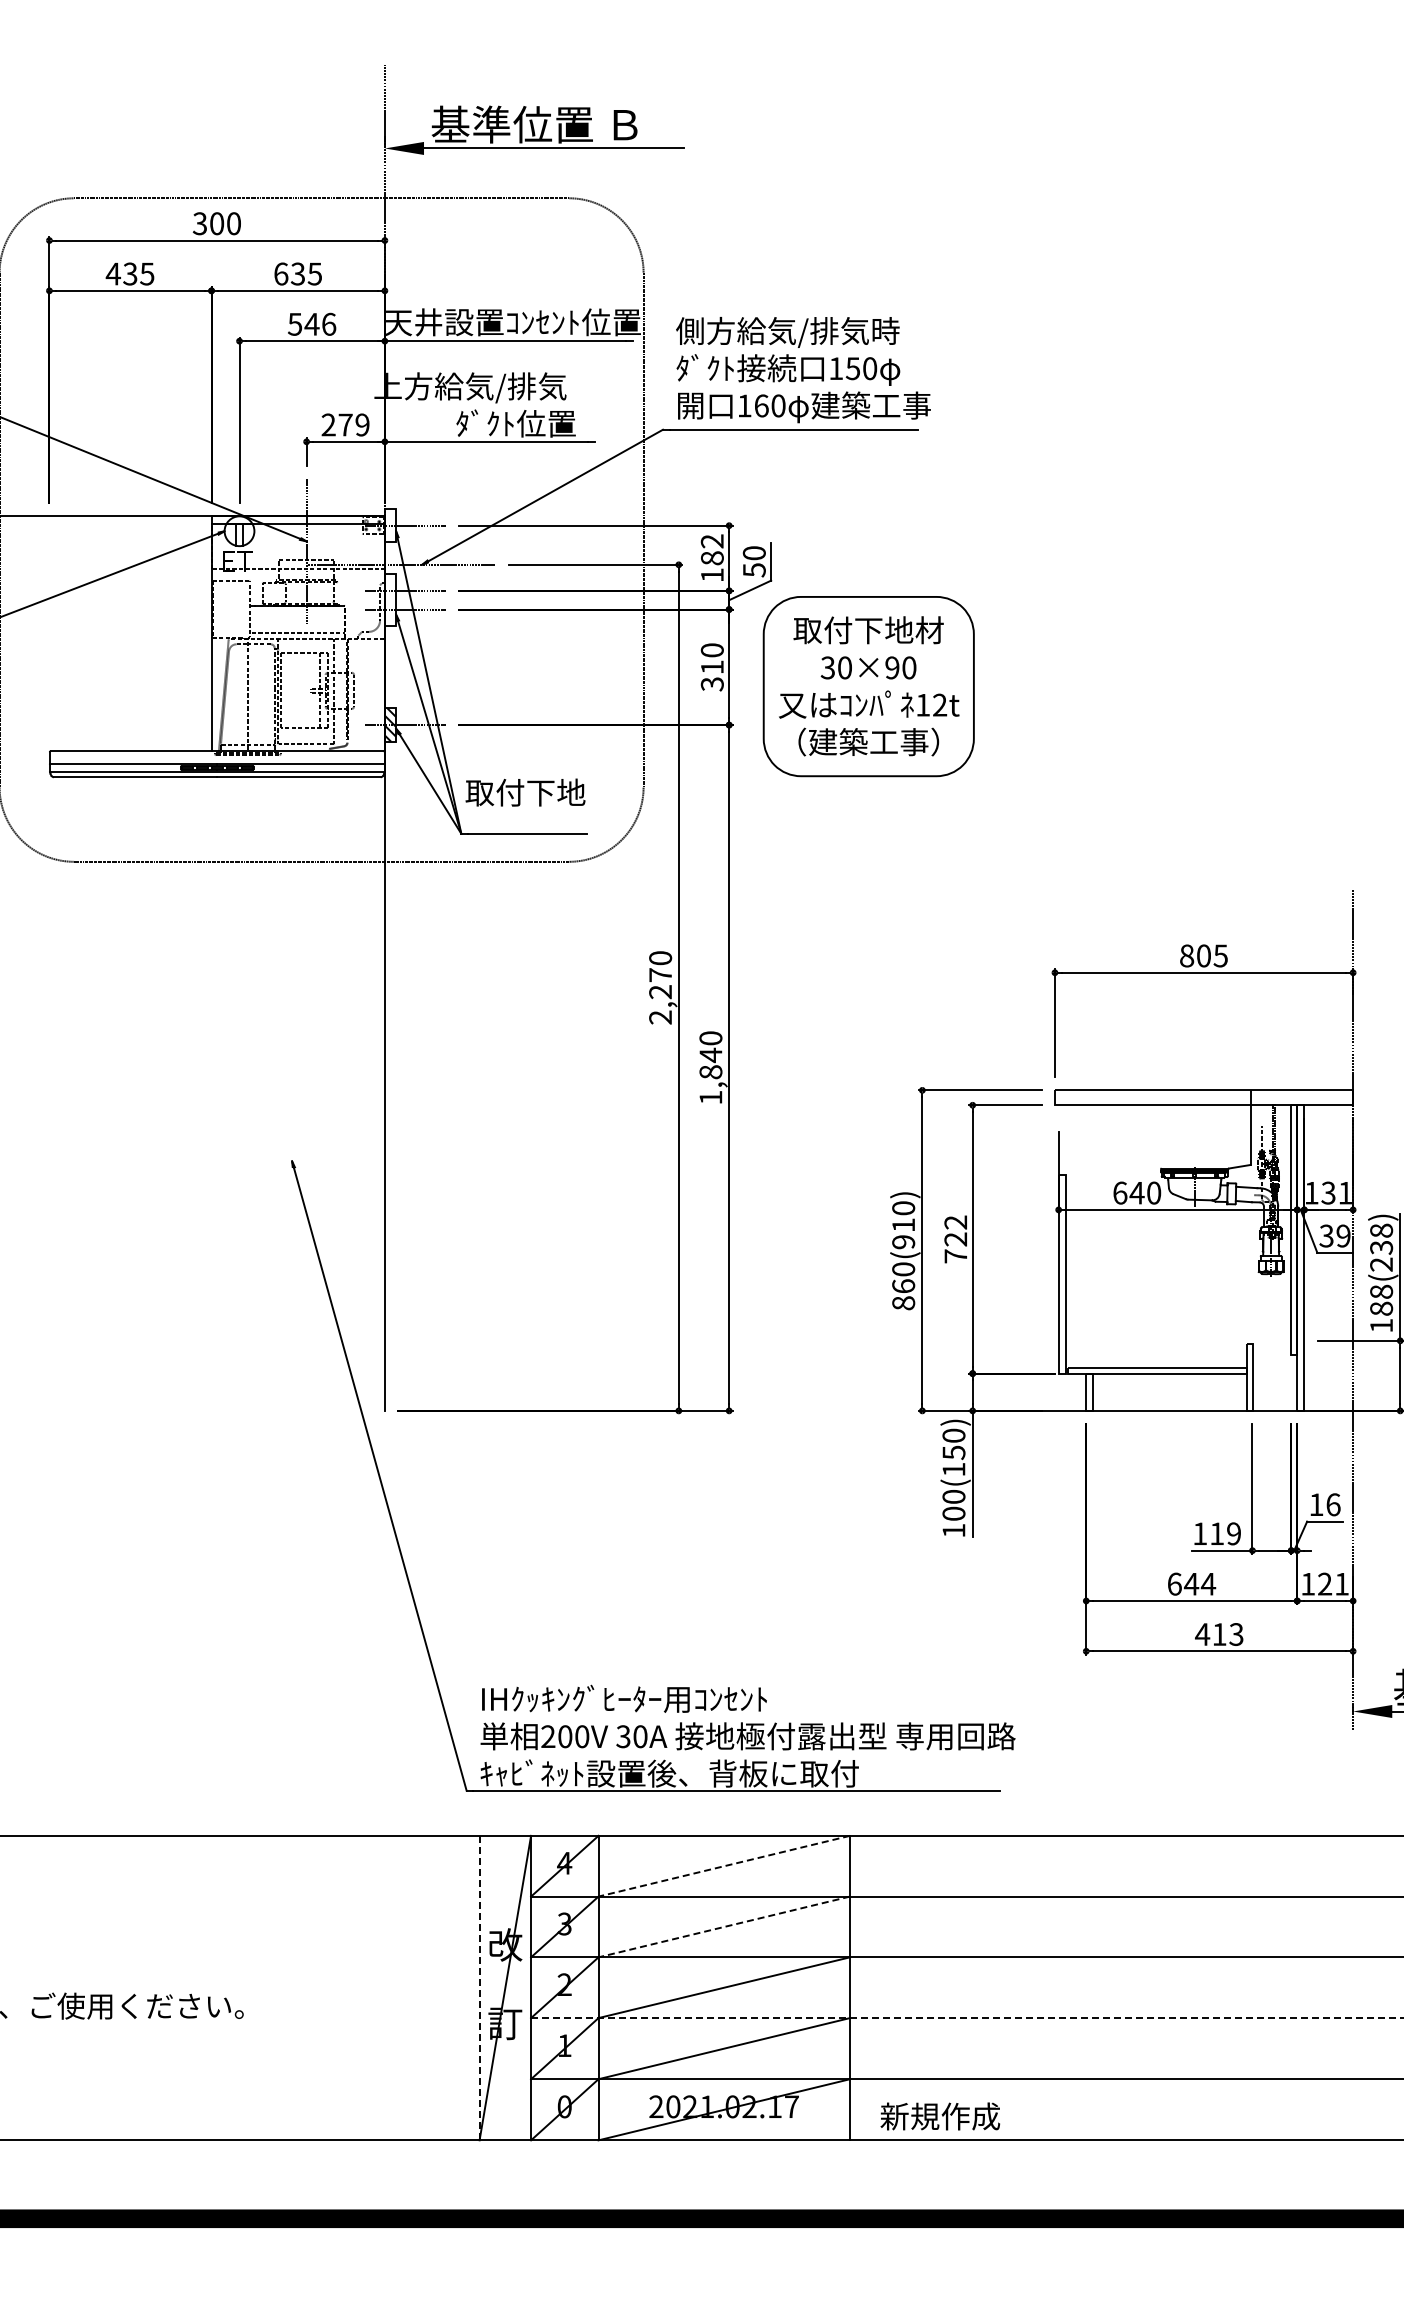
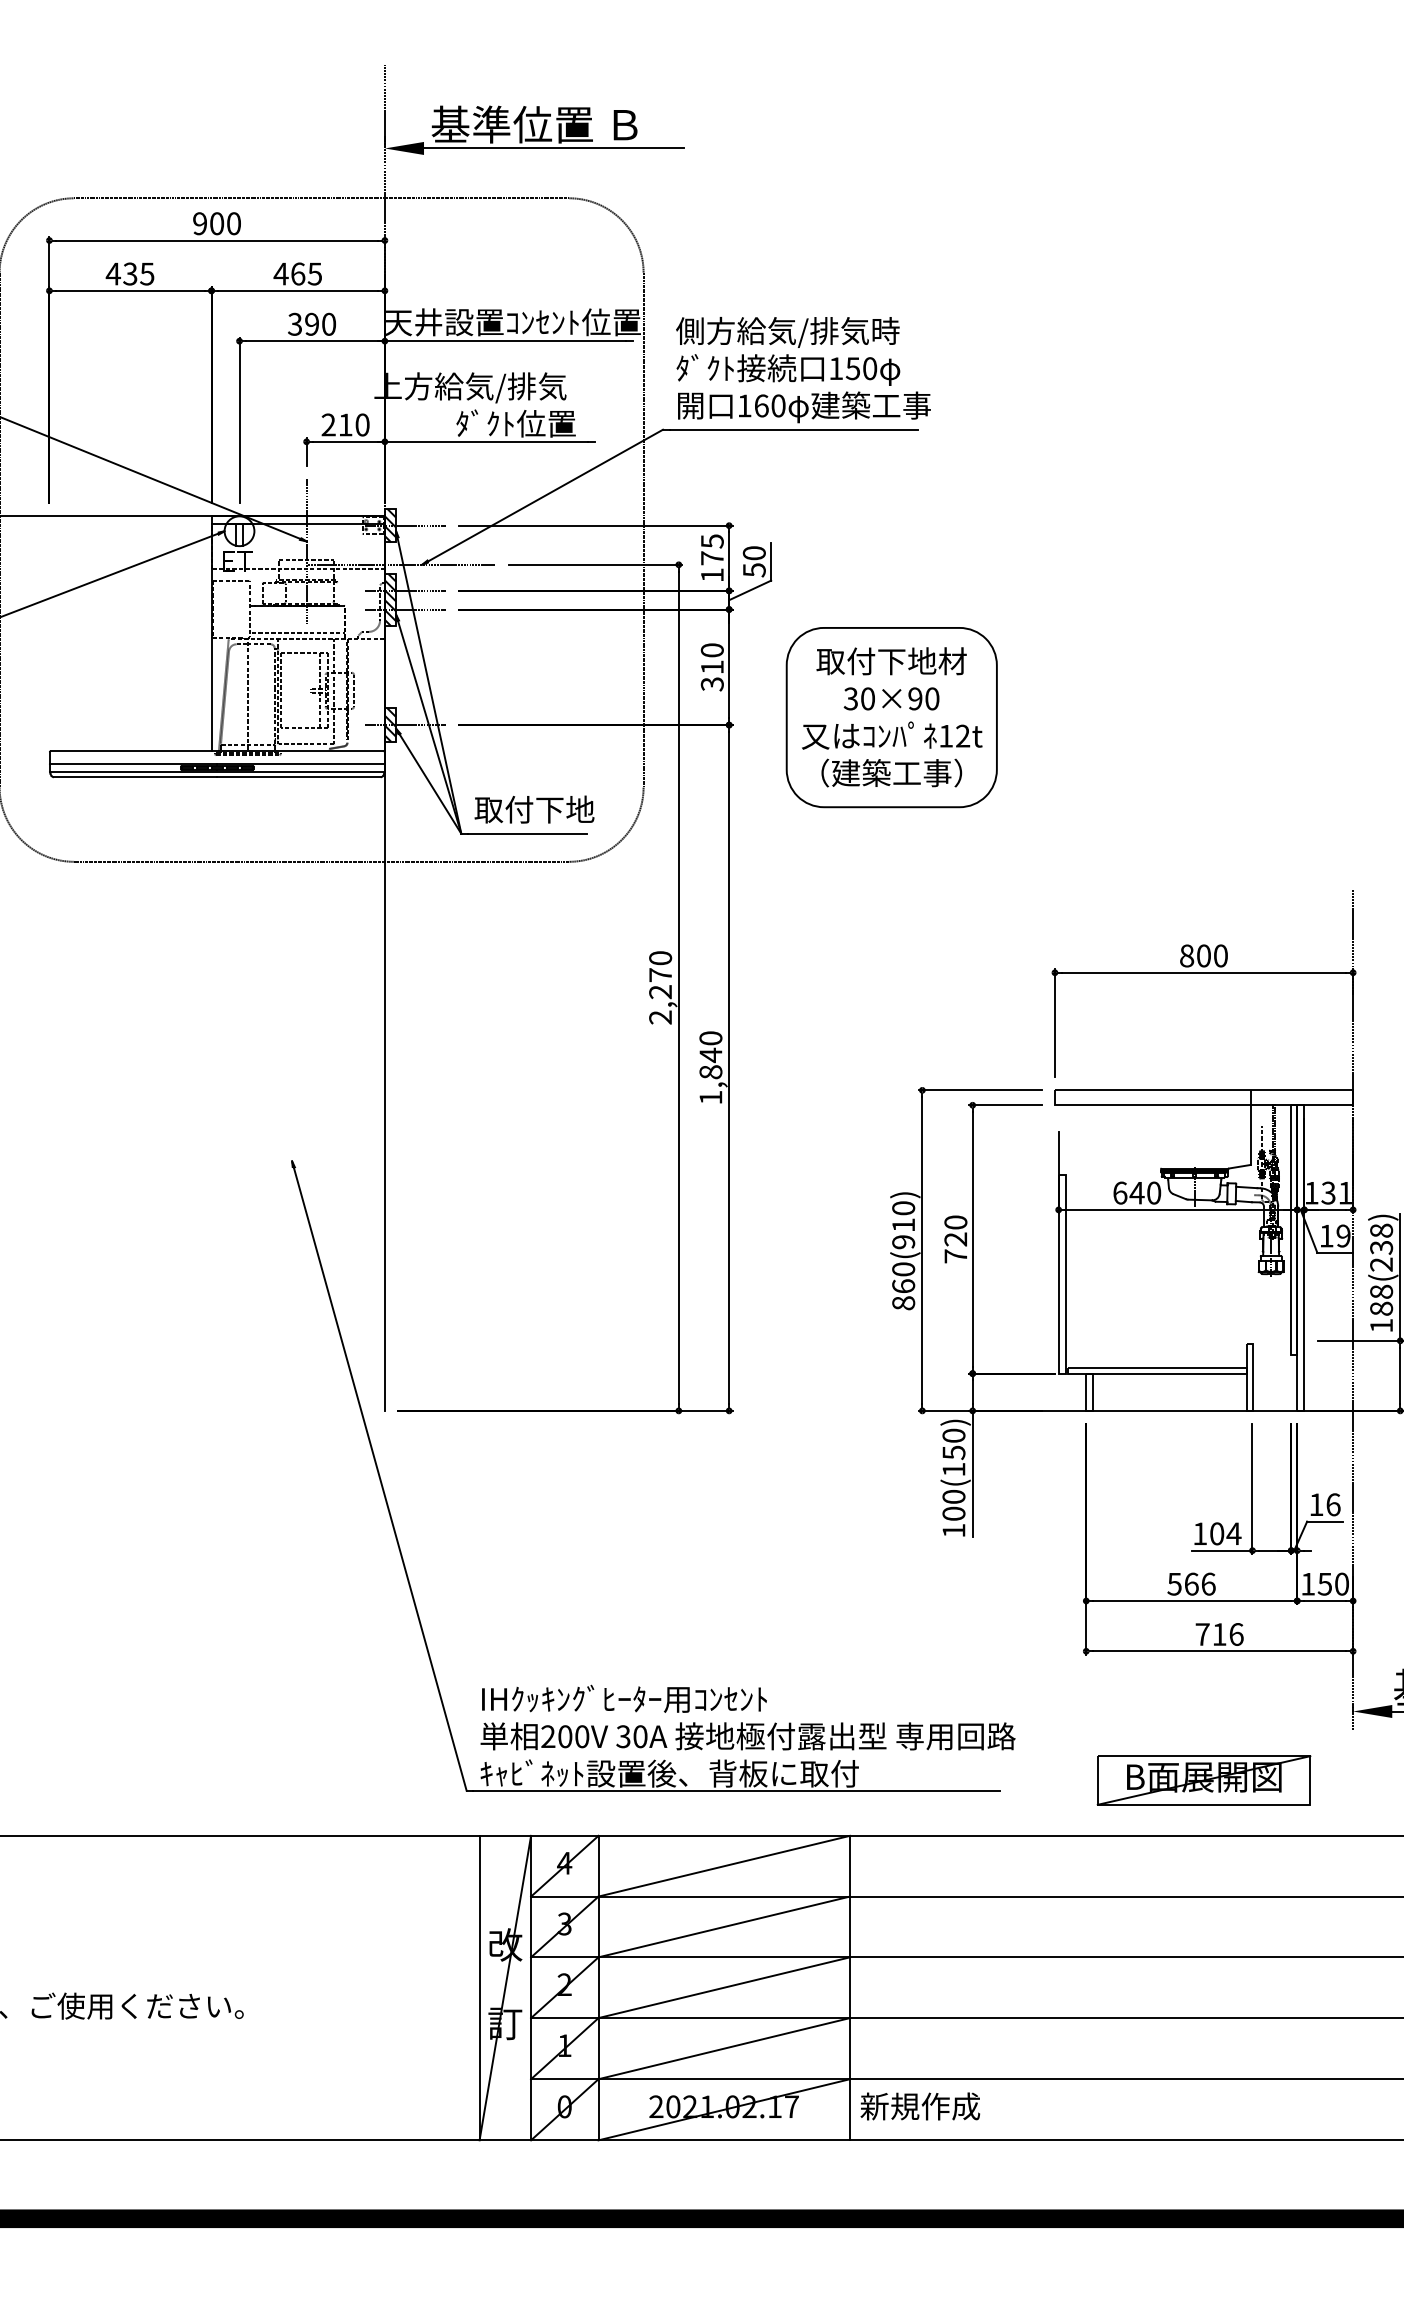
text at (199, 223): 300 -> 900
text at (289, 273): 635 -> 465
text at (312, 323): 546 -> 390
text at (353, 424): 279 -> 210
hatch at (390, 525): none -> present
text at (711, 549): 182 -> 175
hatch at (390, 600): none -> present
part at (868, 686) position: (868, 686) -> (891, 717)
text at (525, 792) position: (525, 792) -> (534, 809)
text at (1220, 955): 805 -> 800
text at (955, 1222): 722 -> 720
text at (1326, 1235): 39 -> 19
text at (1225, 1533): 119 -> 104
text at (1191, 1583): 644 -> 566
text at (1332, 1583): 121 -> 150
text at (1218, 1634): 413 -> 716
part at (1203, 1780): none -> present
line at (723, 1866): dashed -> solid
line at (723, 1927): dashed -> solid
line at (479, 1988): dashed -> solid
line at (967, 2018): dashed -> solid
text at (940, 2116) position: (940, 2116) -> (920, 2106)
